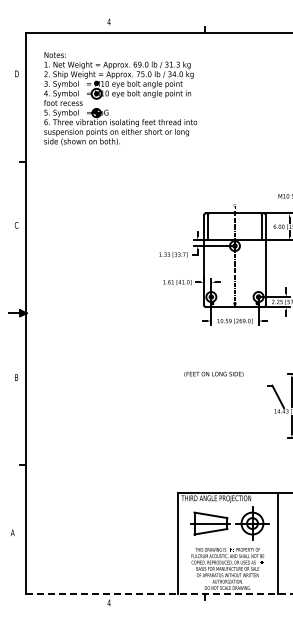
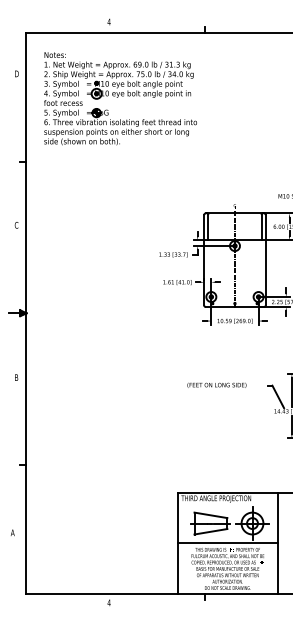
text at (213, 373) position: (213, 373) -> (216, 384)
line at (227, 543): none -> present
line at (159, 593): dashed -> solid
